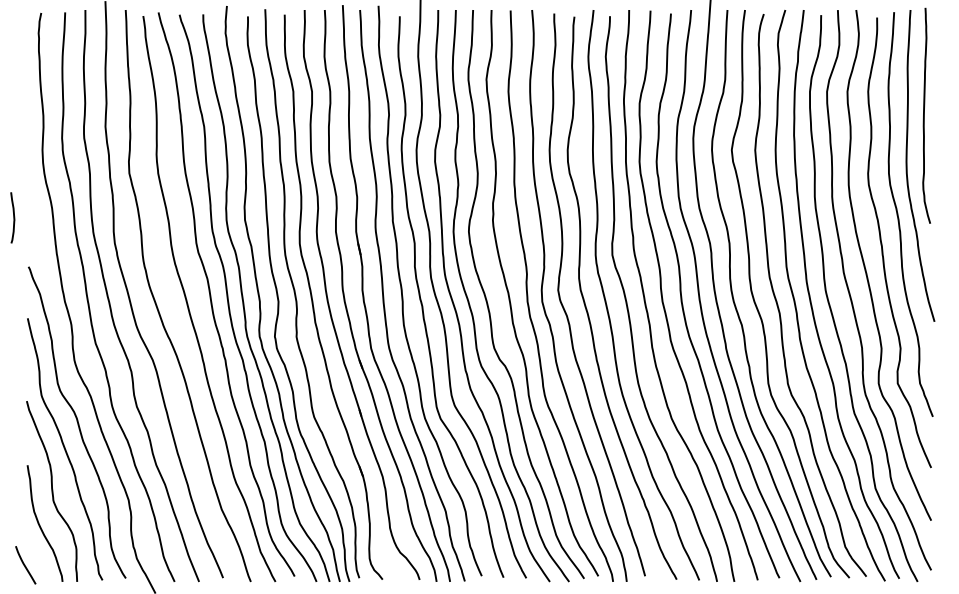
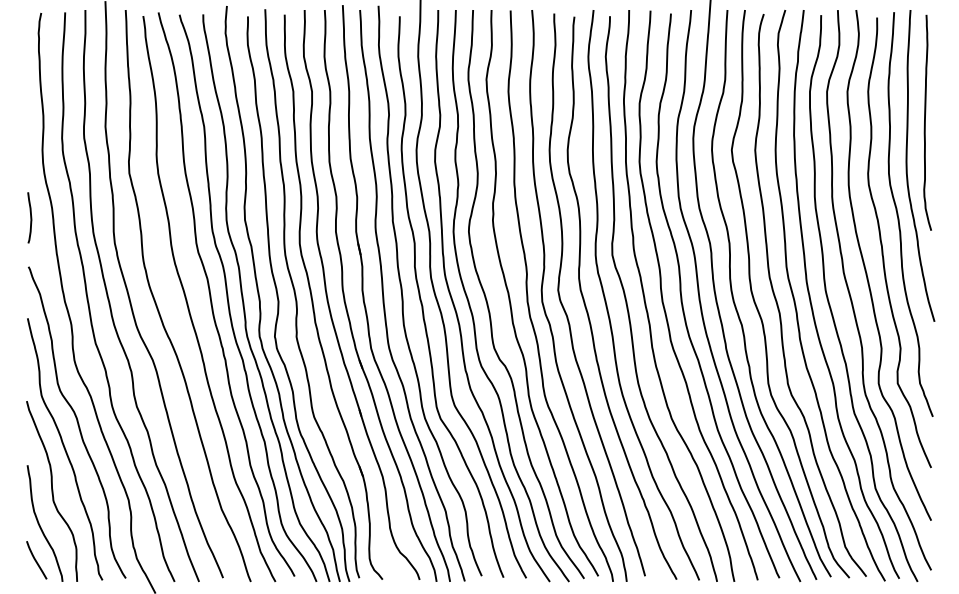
curve at (924, 115) position: (924, 115) -> (925, 122)
curve at (13, 217) position: (13, 217) -> (30, 217)
curve at (25, 565) position: (25, 565) -> (36, 560)
